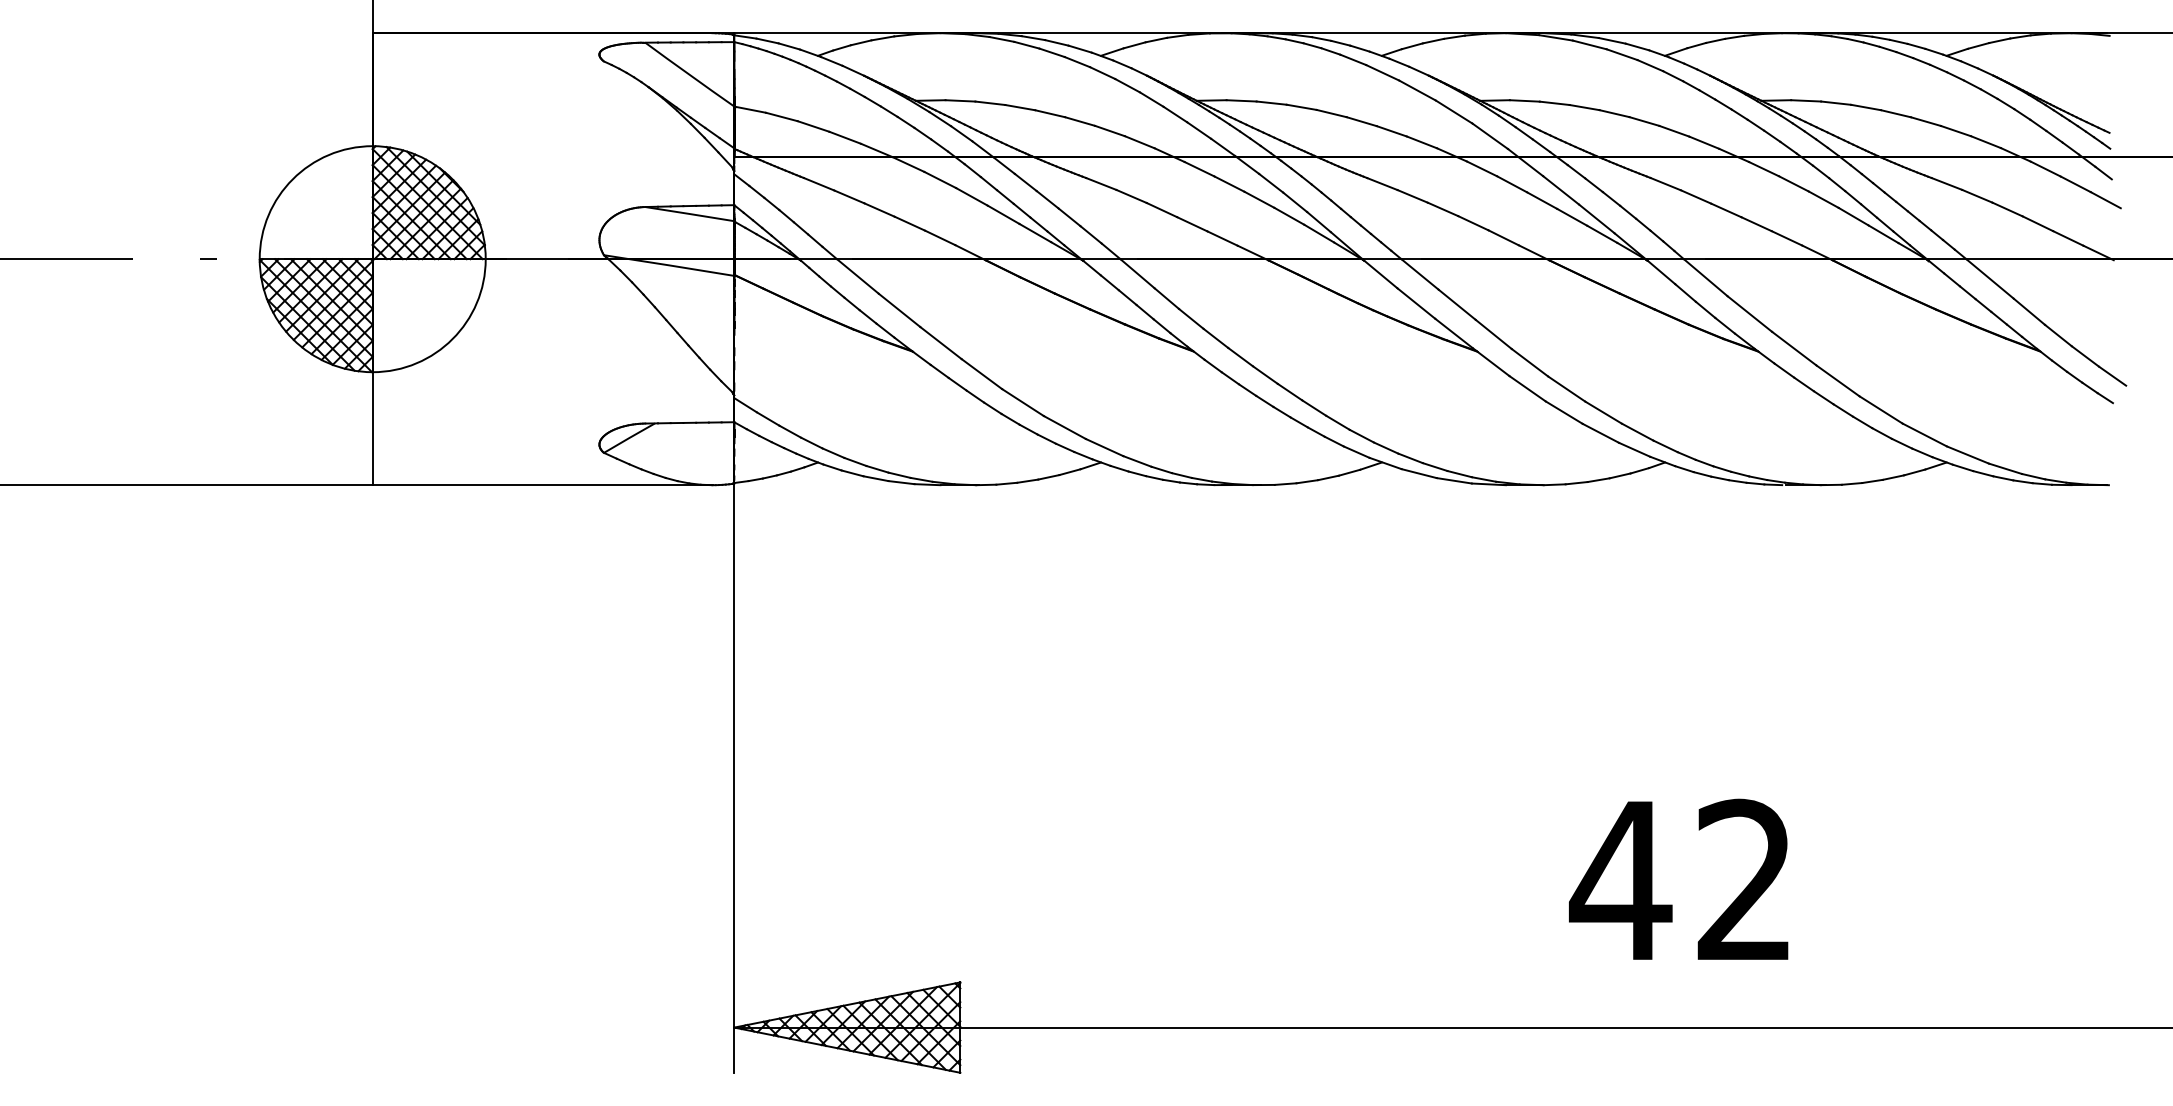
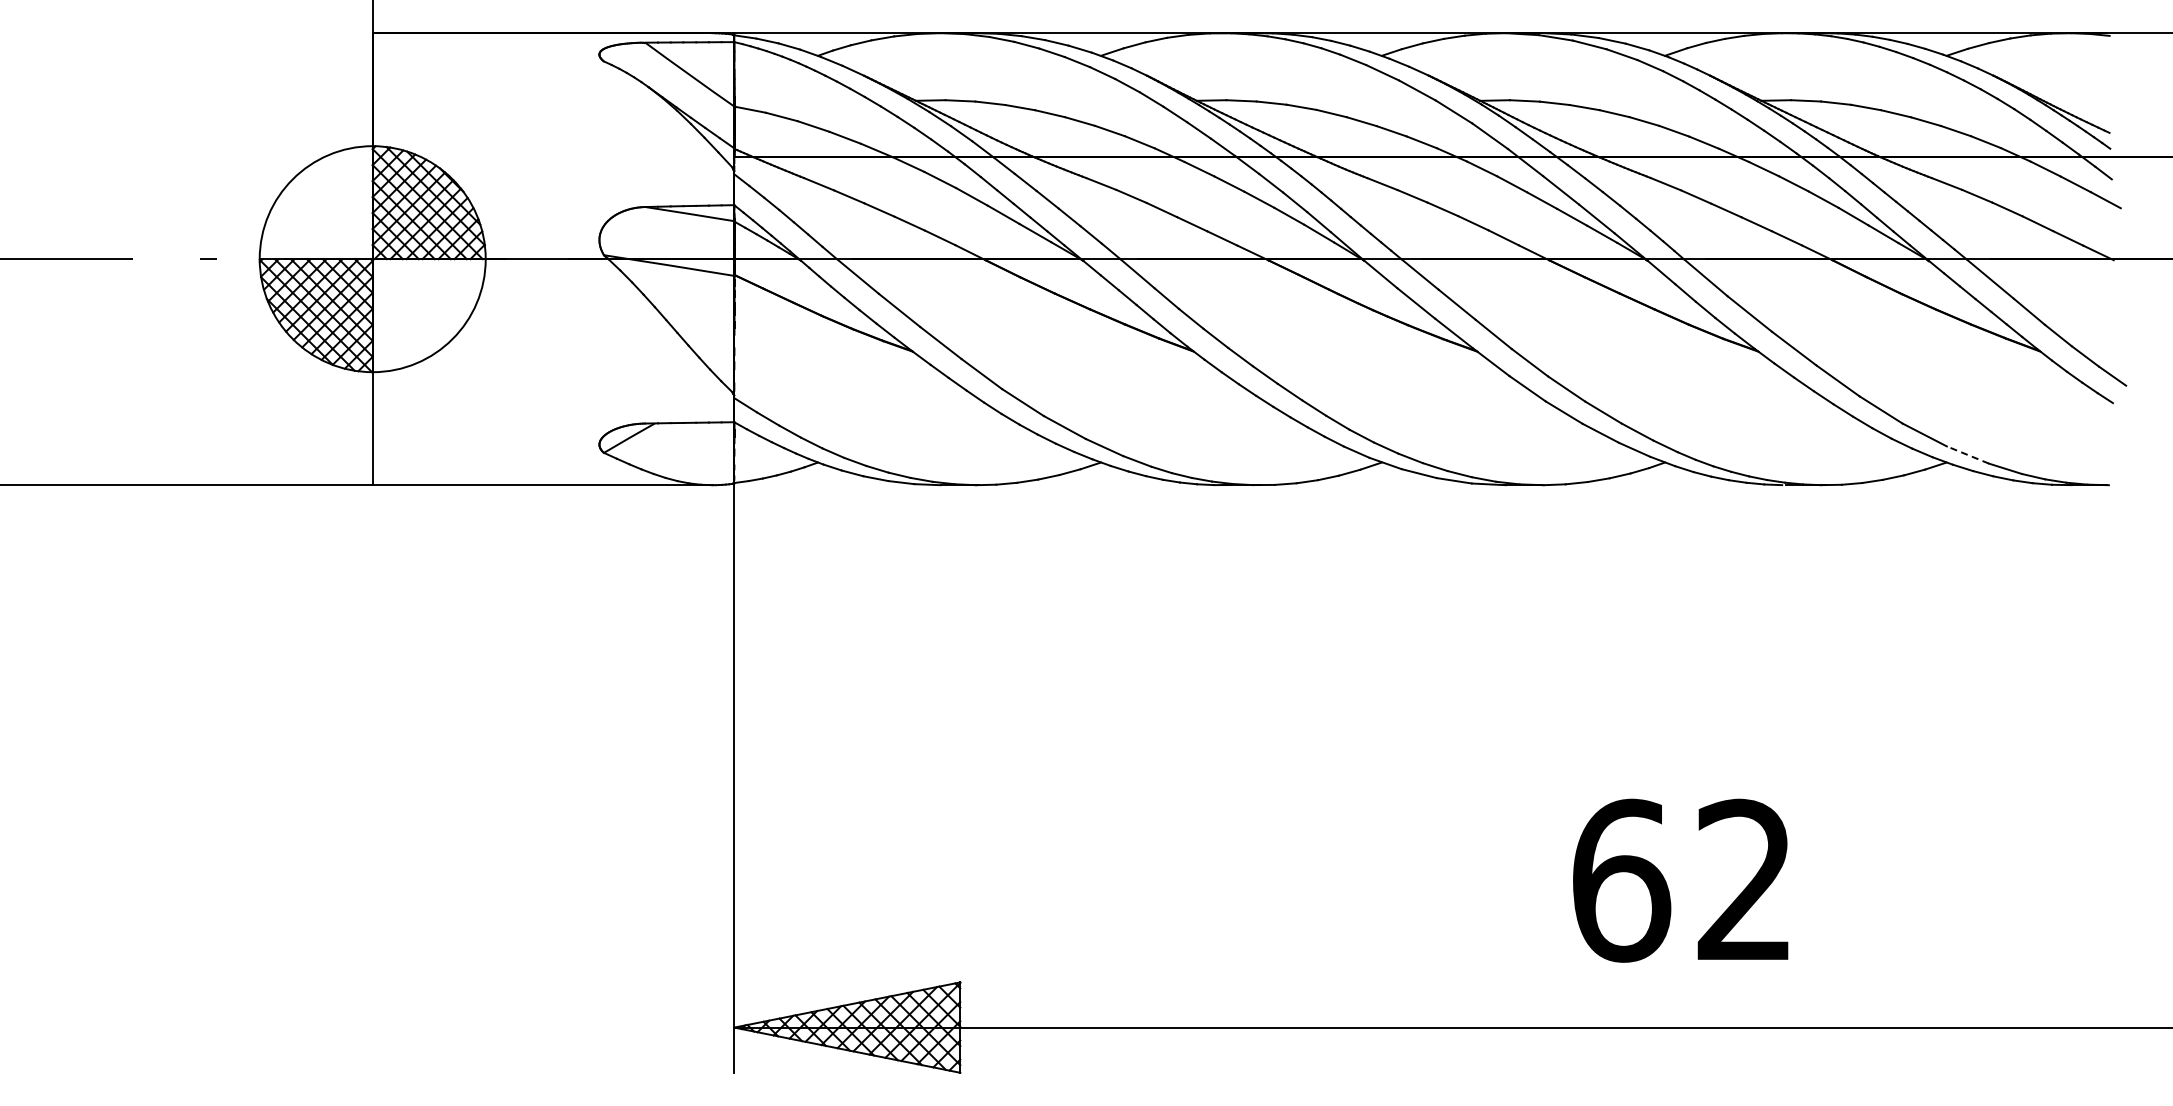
line at (1967, 455): solid -> dashed
text at (1620, 880): 42 -> 62
